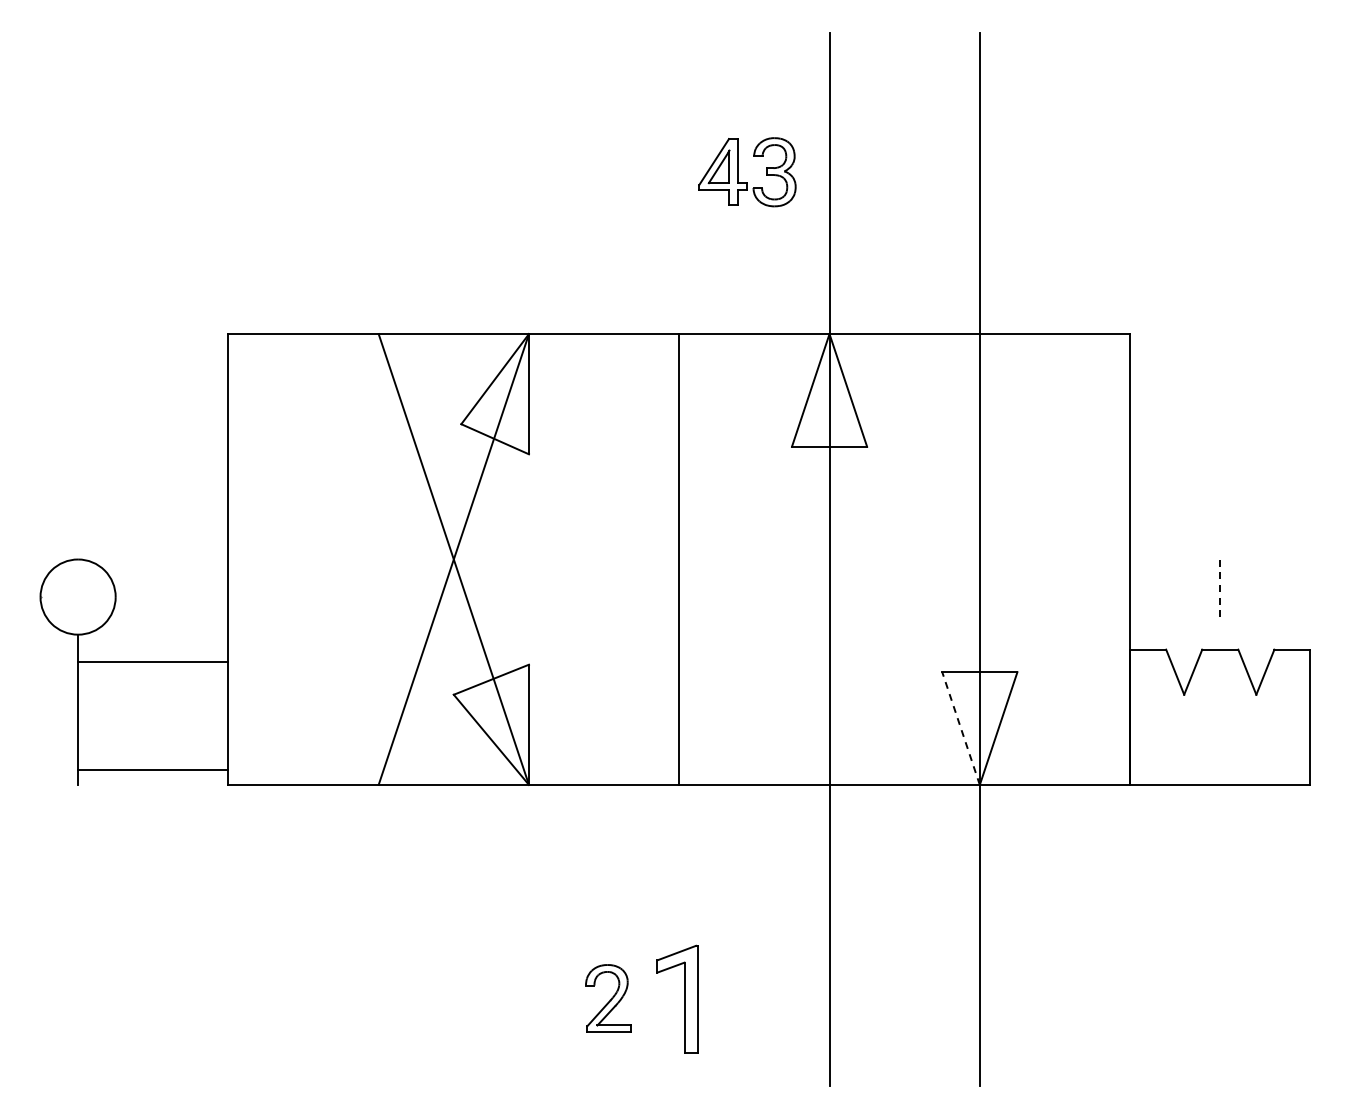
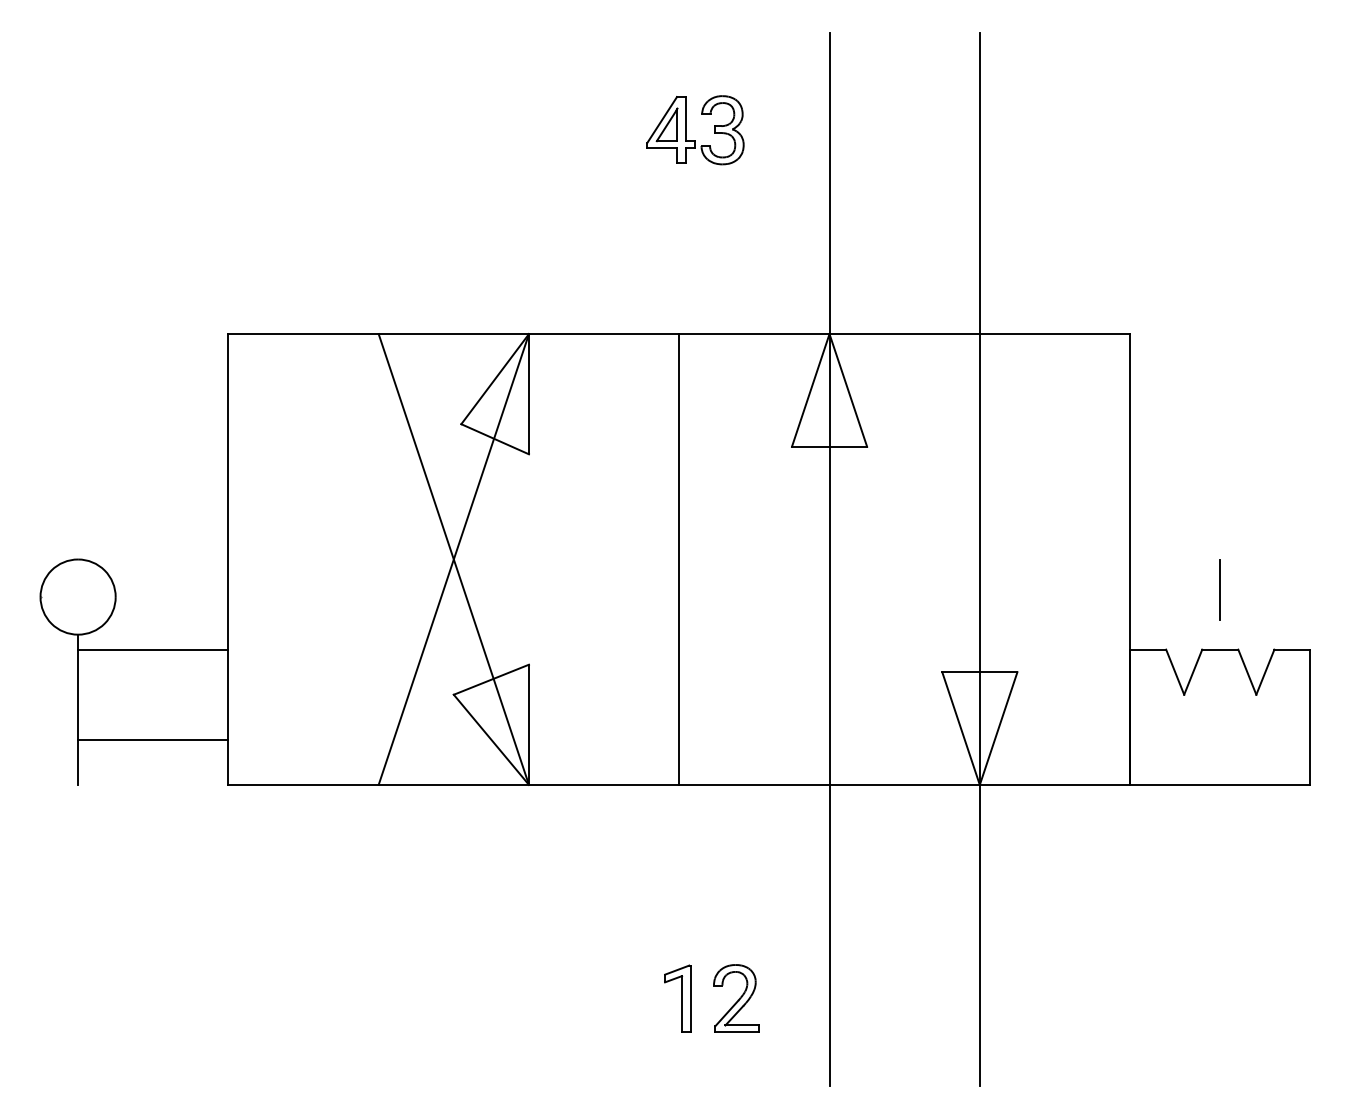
part at (738, 172) position: (738, 172) -> (686, 130)
line at (1220, 590): dashed -> solid
line at (153, 661) position: (153, 661) -> (153, 649)
line at (960, 728): dashed -> solid
line at (153, 769) position: (153, 769) -> (153, 739)
part at (608, 998) position: (608, 998) -> (736, 998)
part at (677, 998) size: 43x110 px -> 28x69 px
